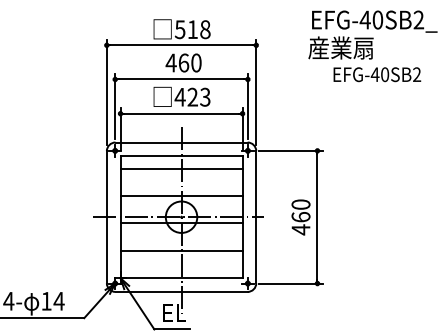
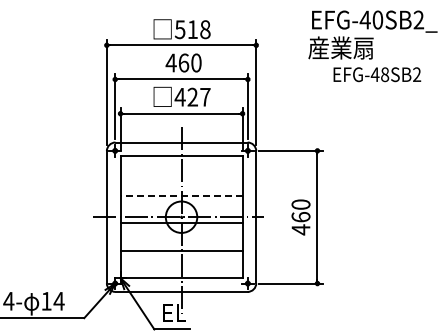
text at (385, 74): EFG-40SB2 -> EFG-48SB2
text at (205, 96): 423 -> 427
line at (181, 168): present -> none
line at (181, 196): solid -> dashed
